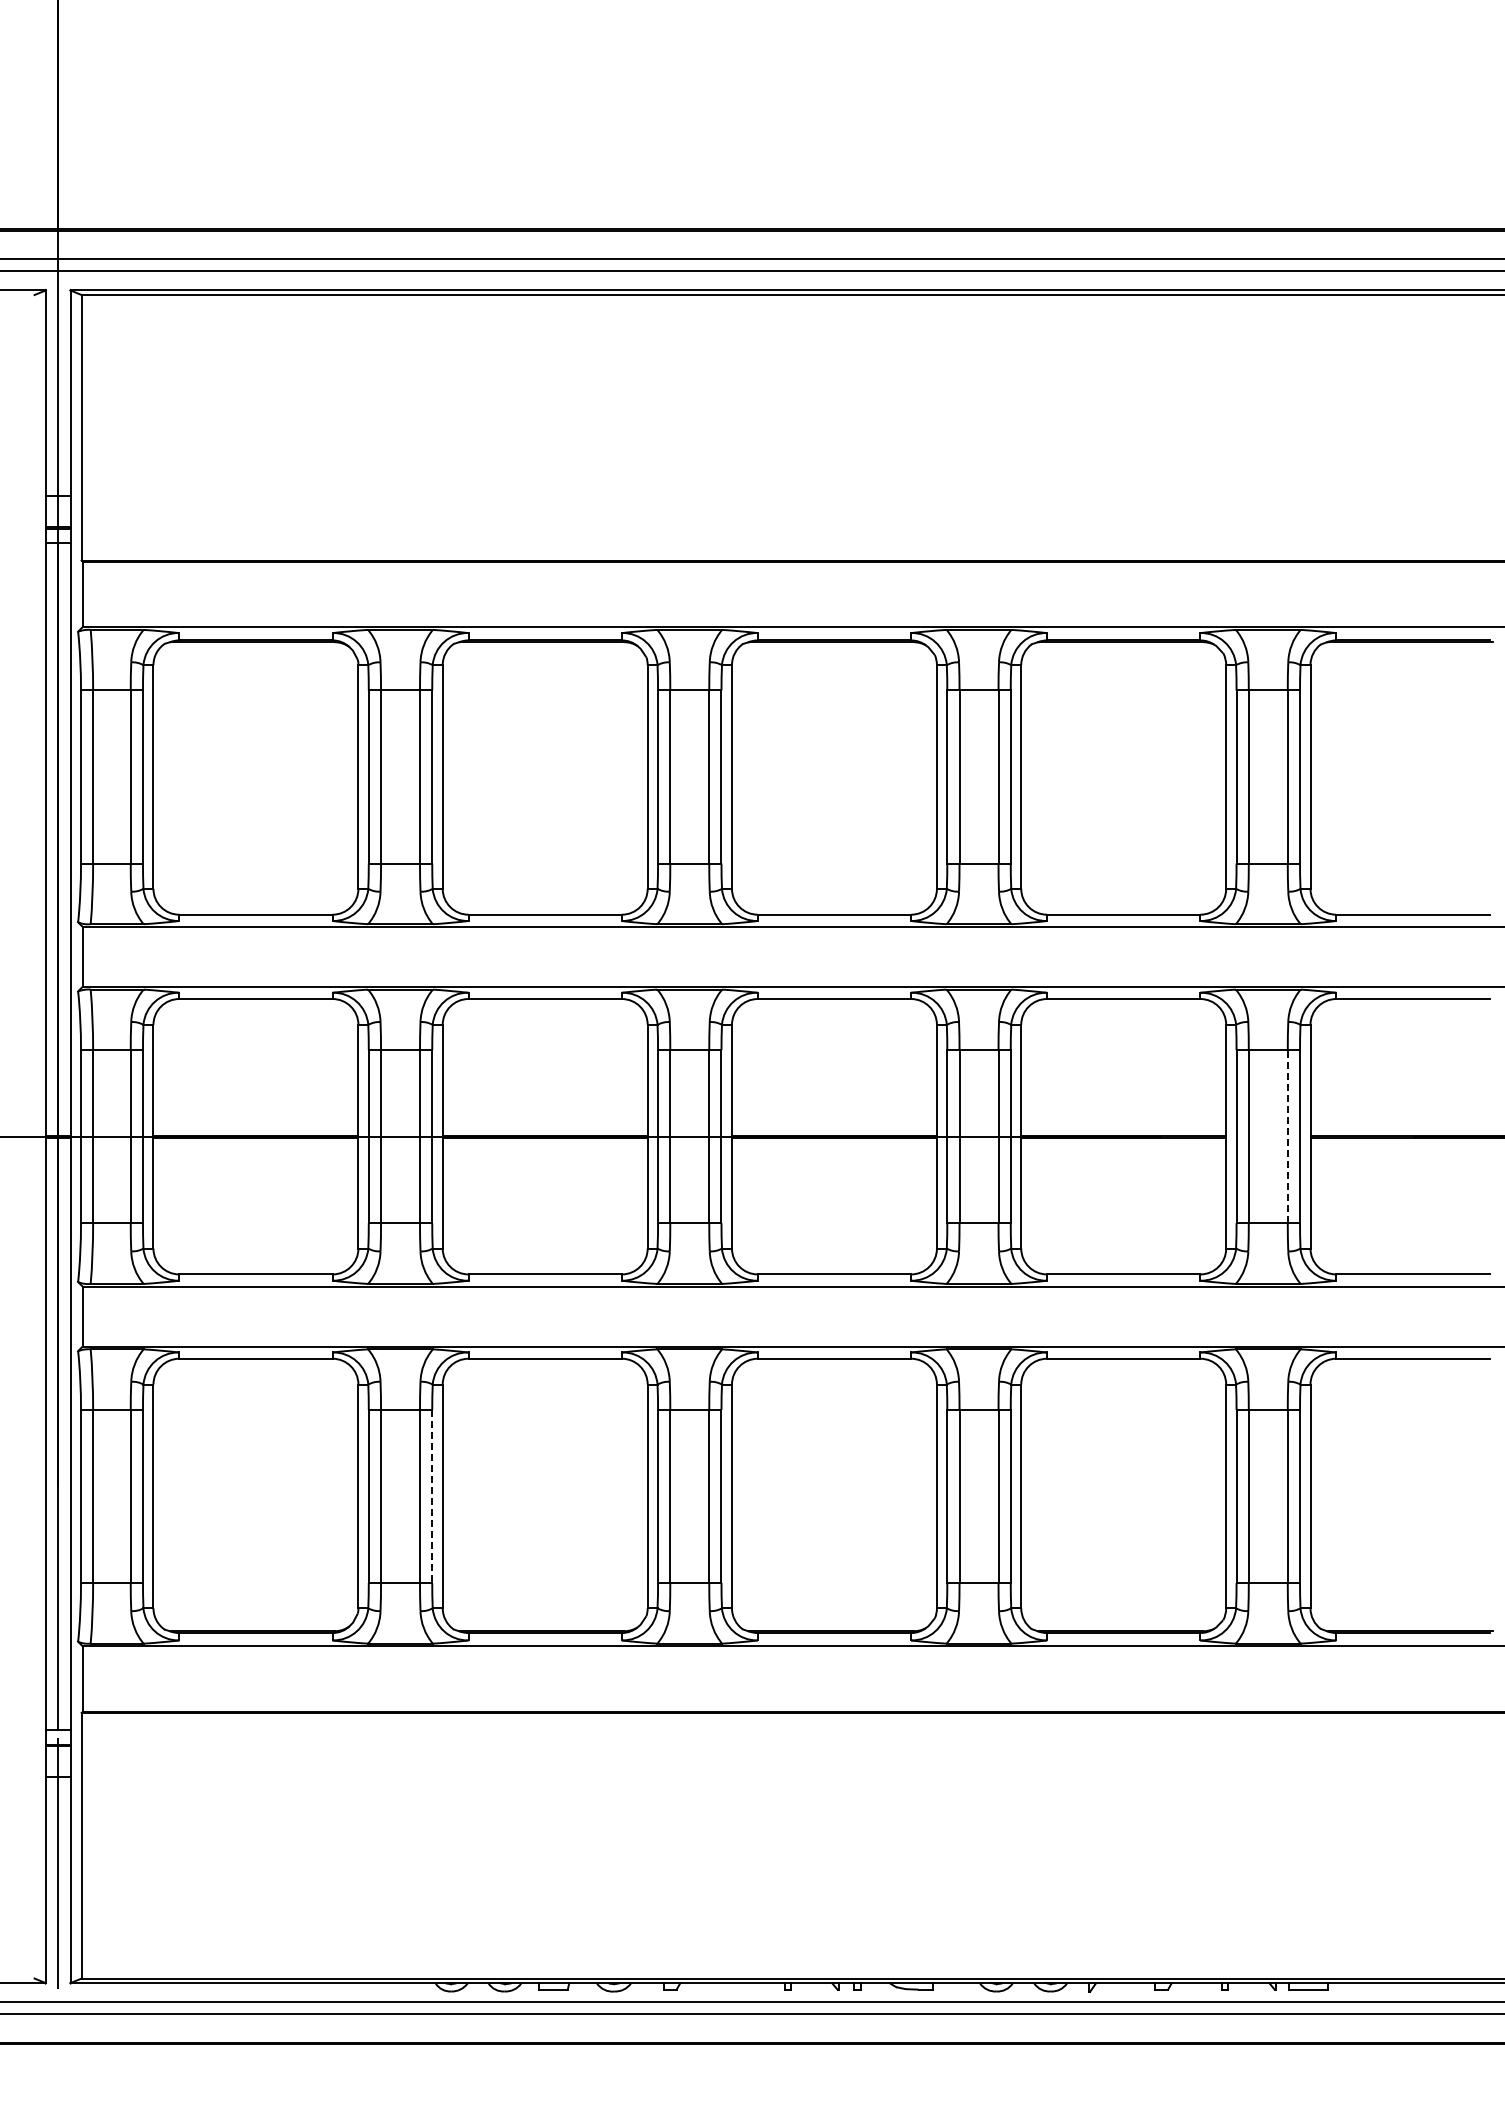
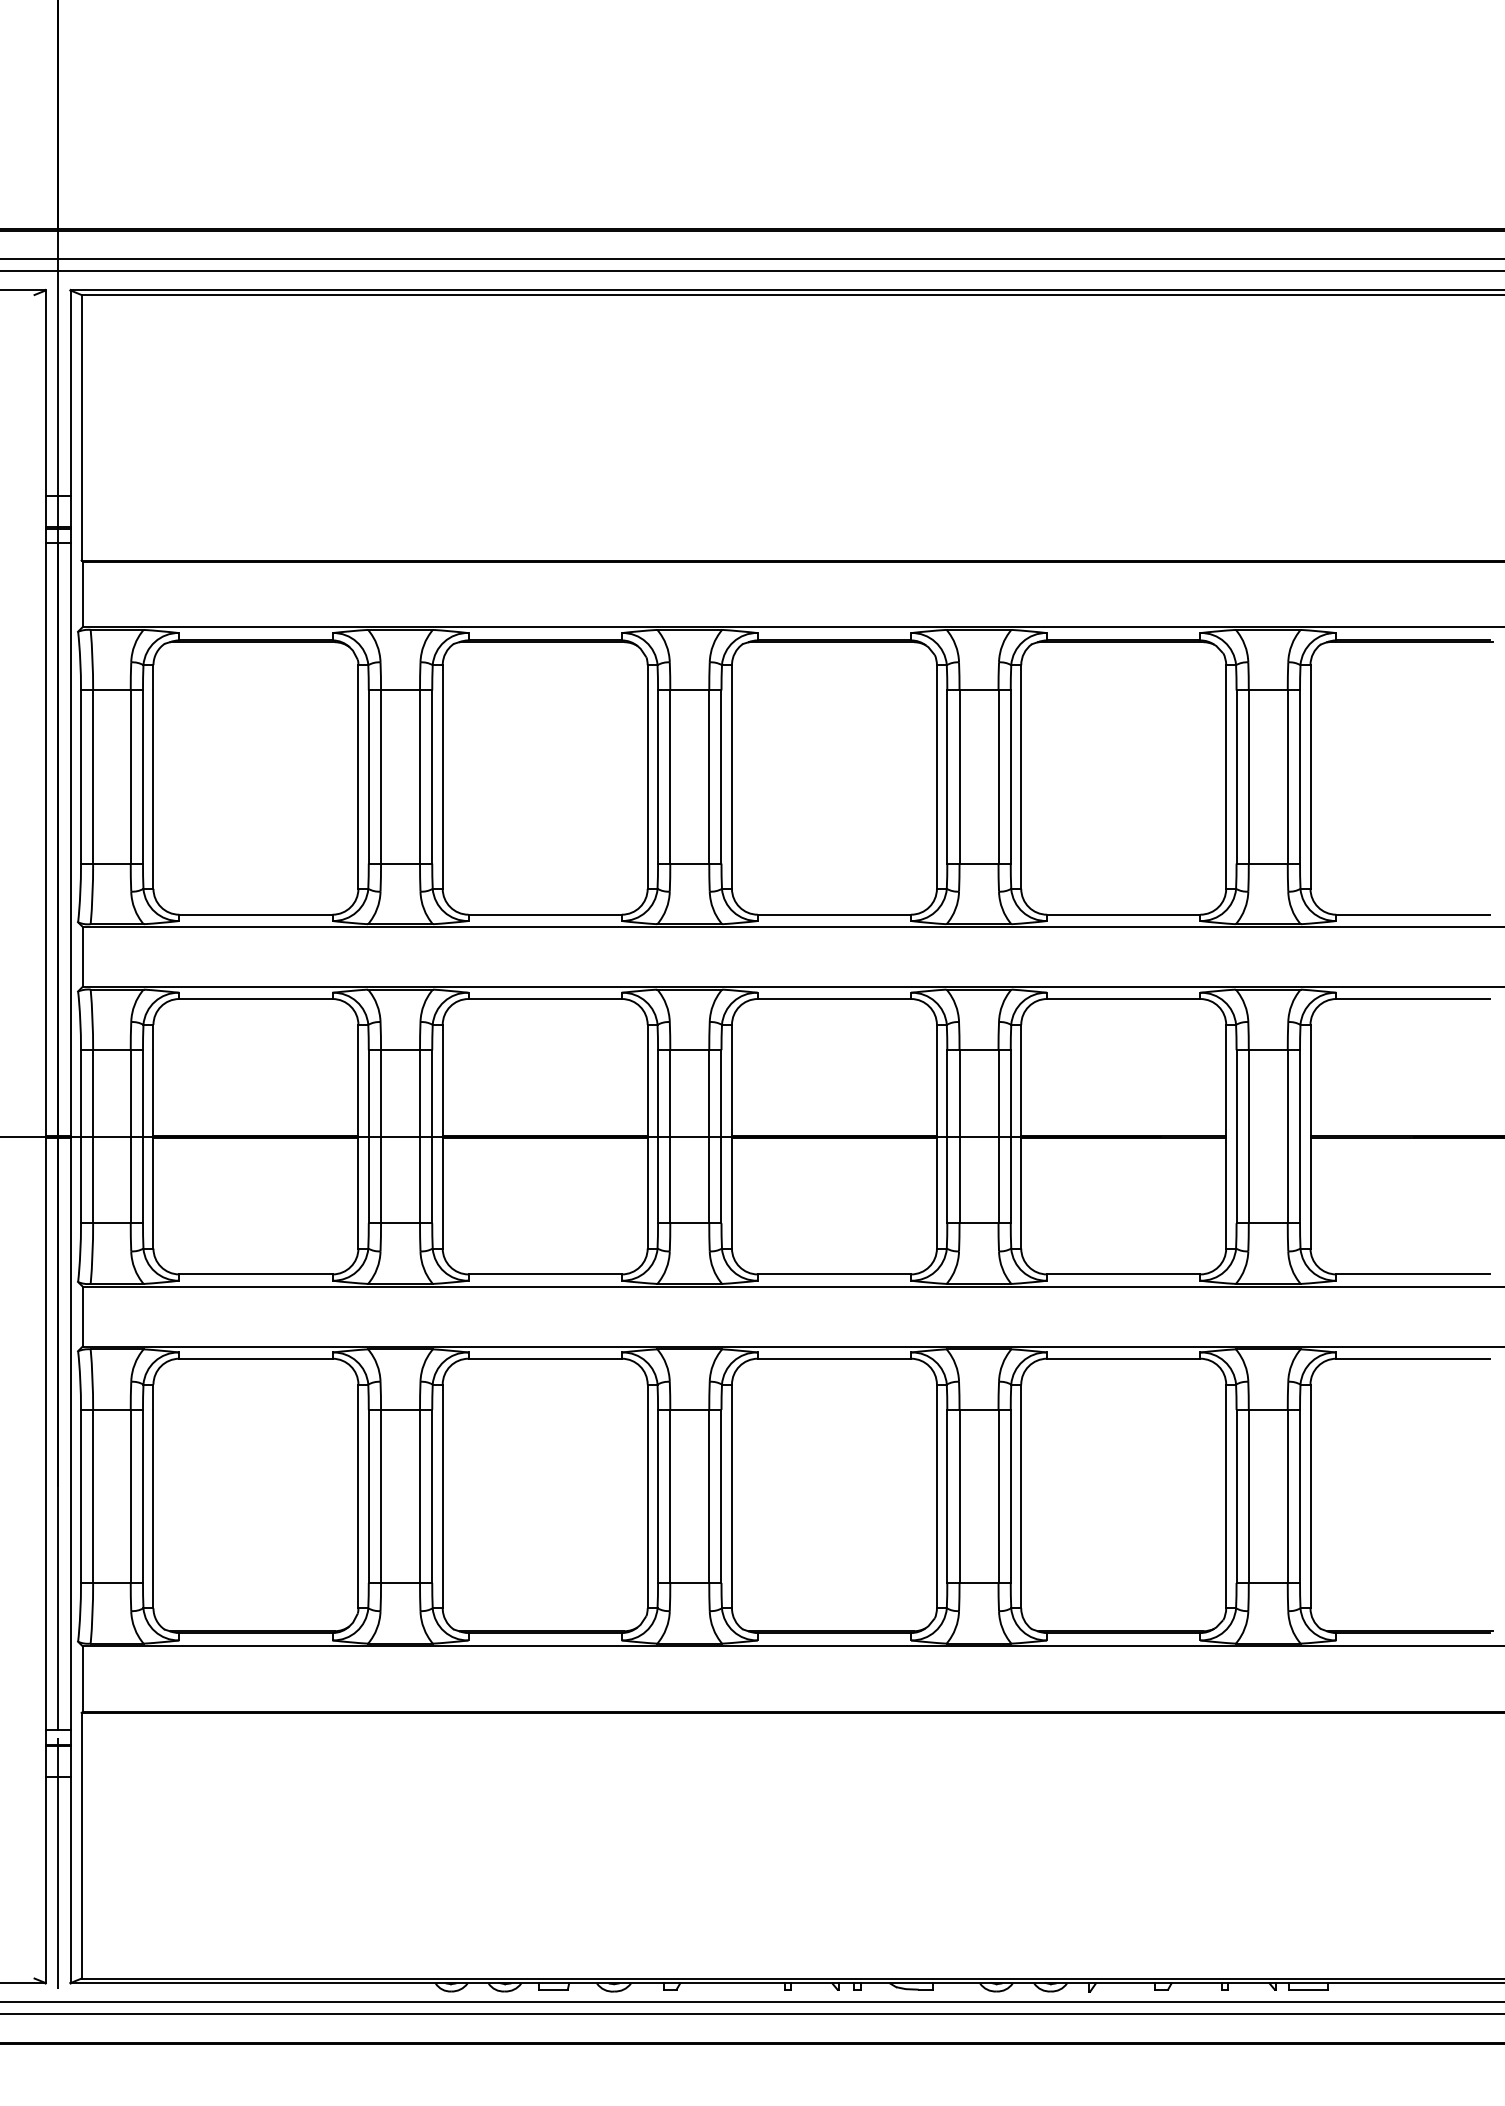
line at (1287, 1136): dashed -> solid
line at (432, 1496): dashed -> solid
